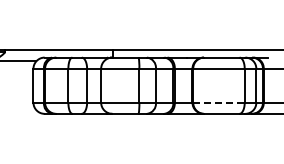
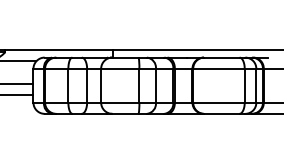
line at (17, 83): none -> present
line at (17, 95): none -> present
line at (218, 102): dashed -> solid
